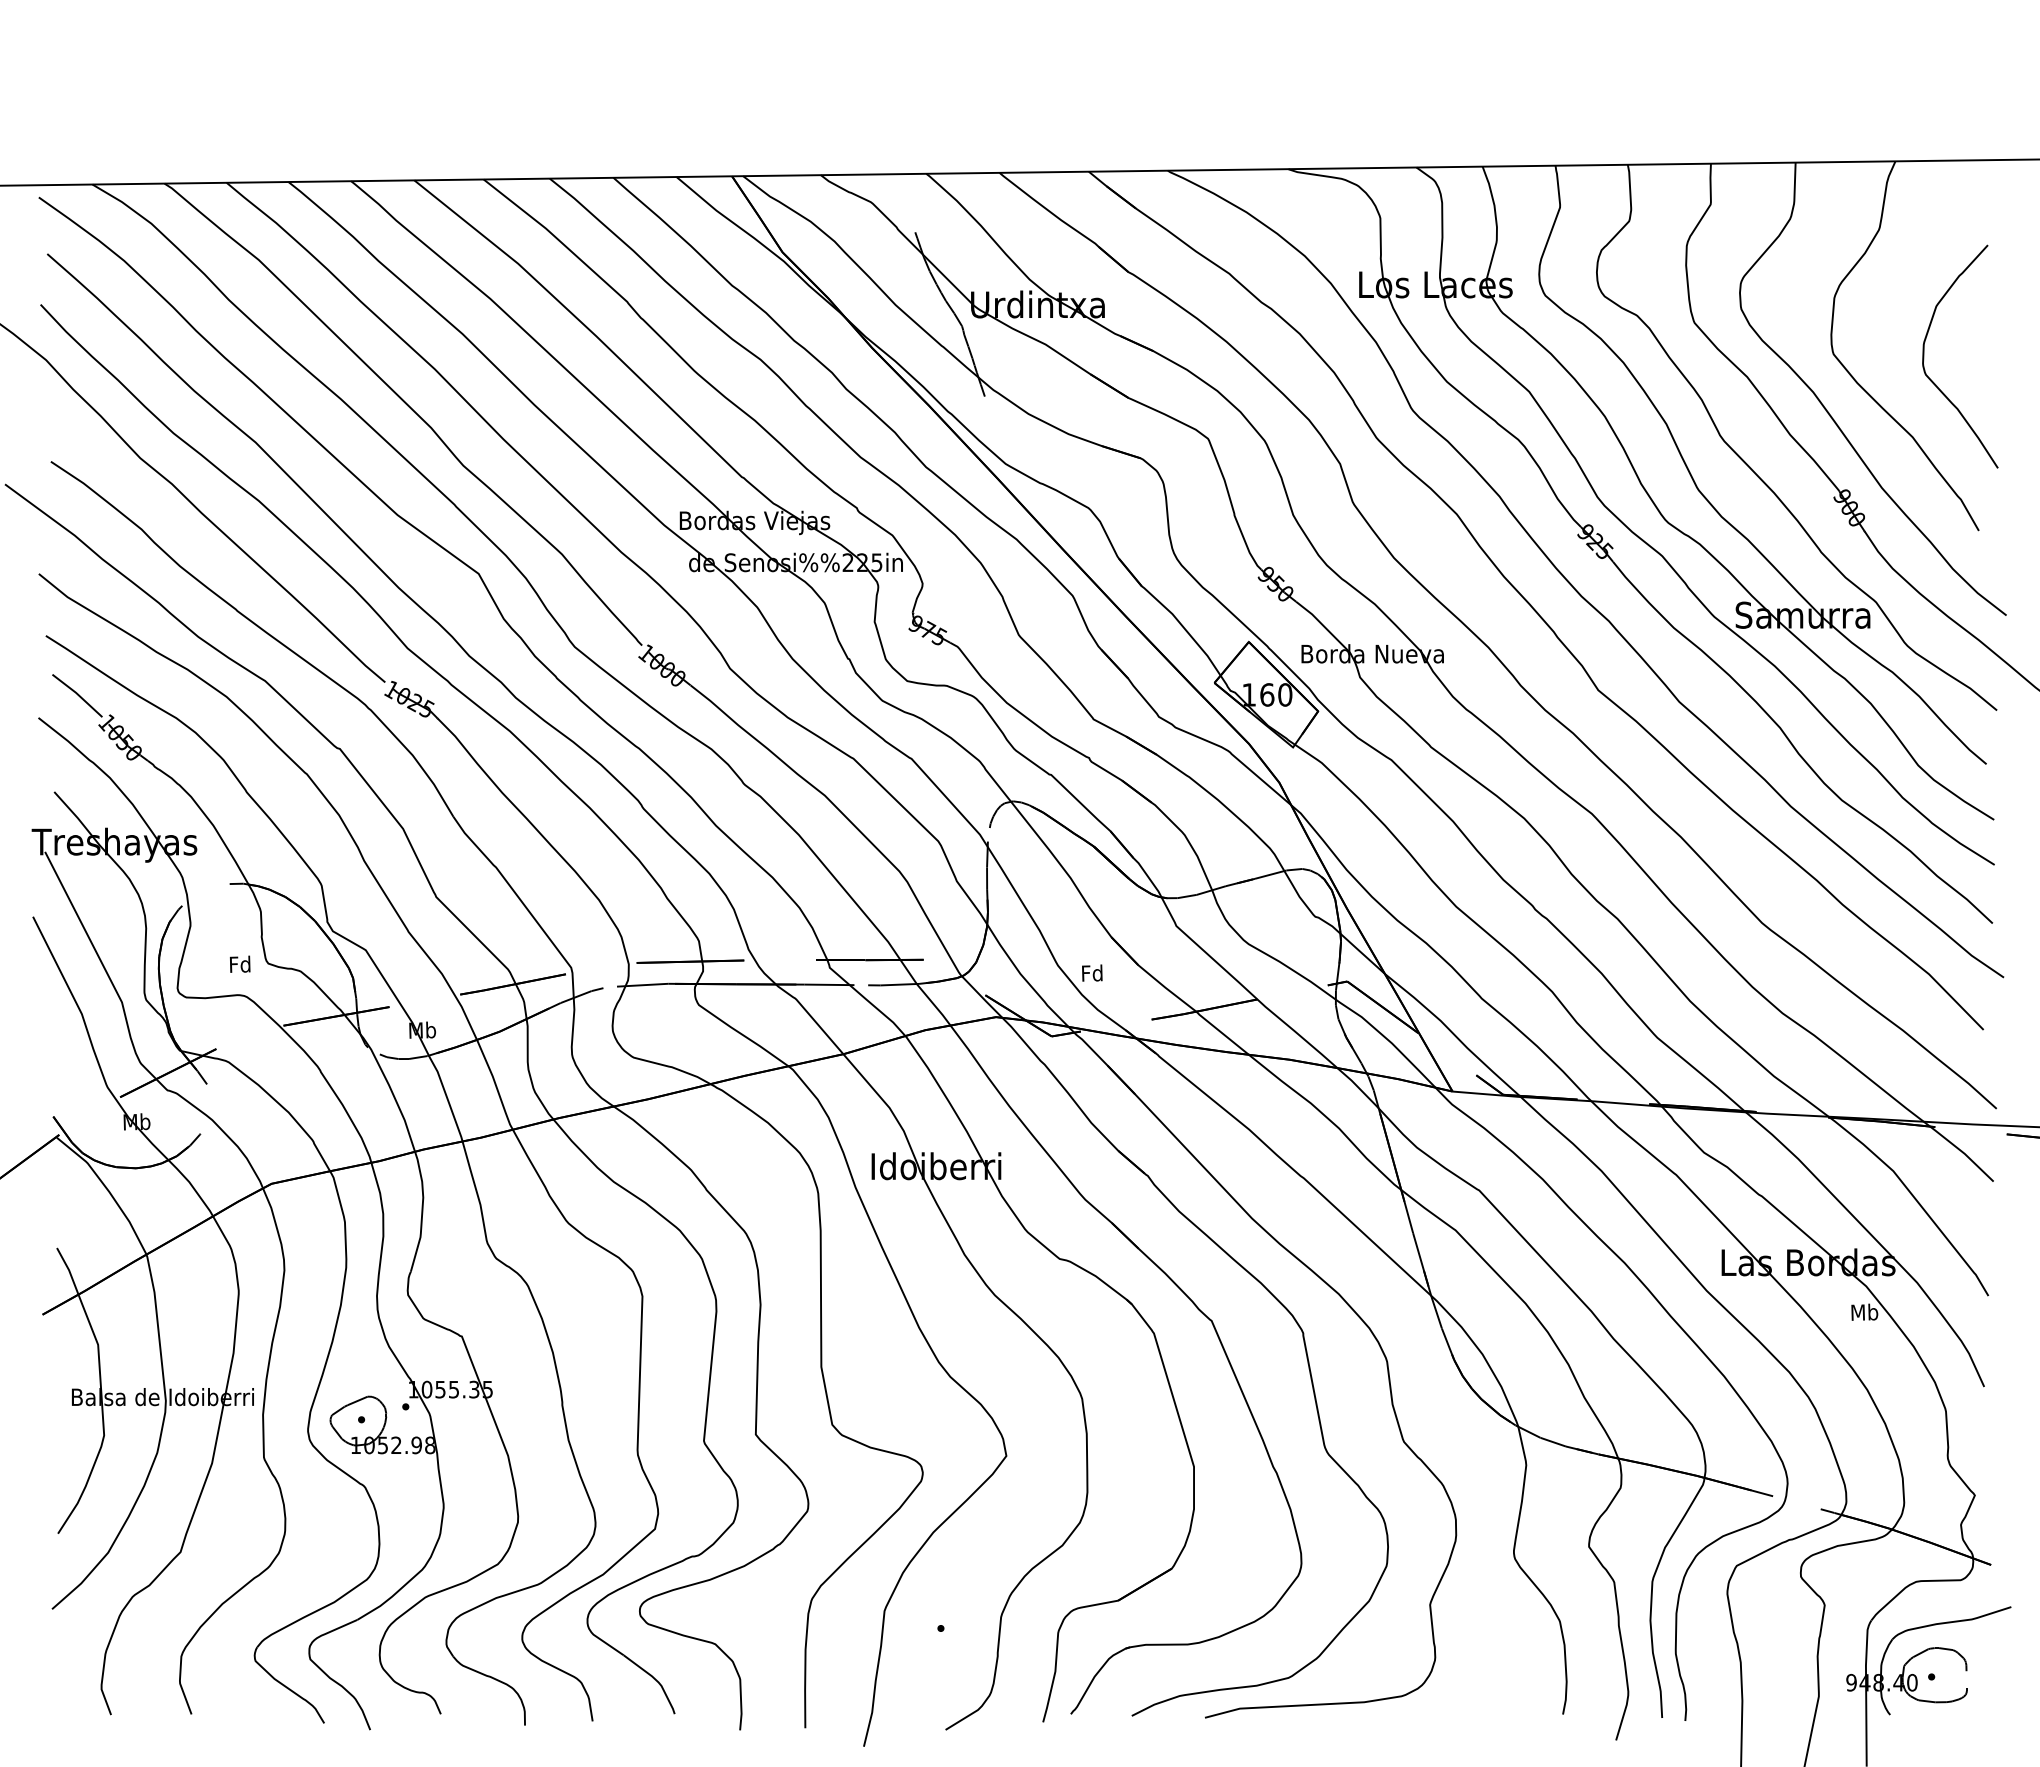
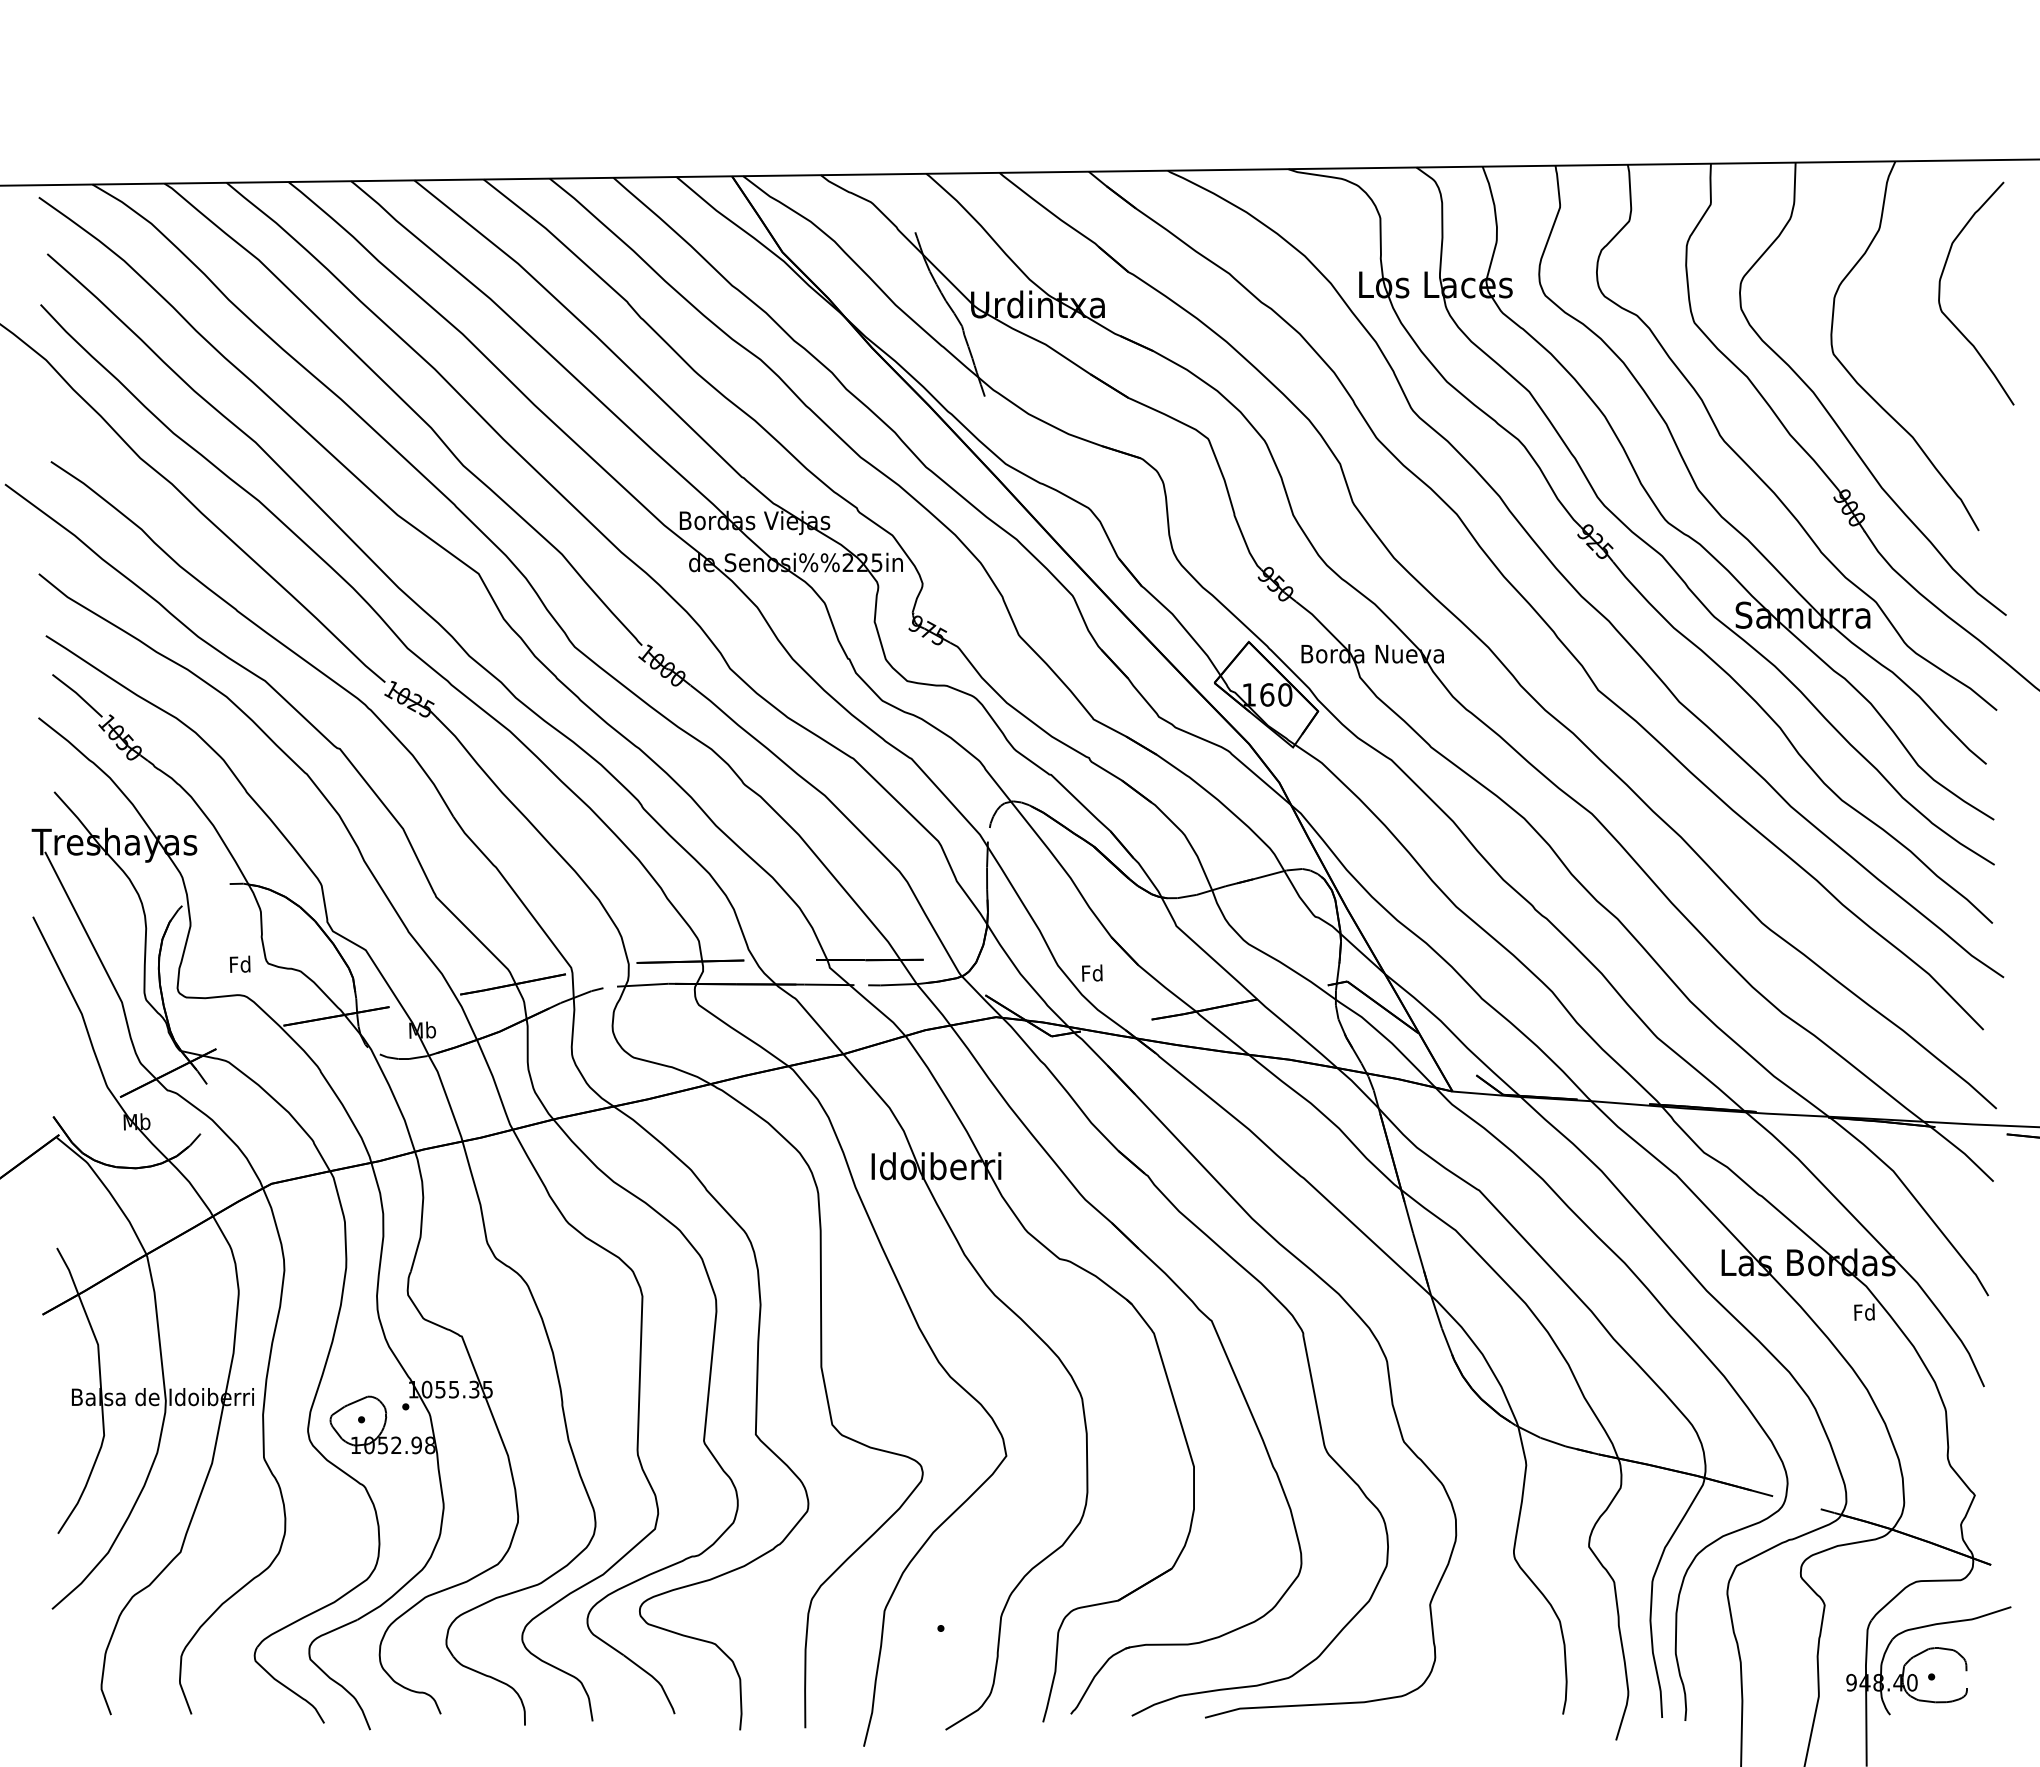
curve at (1924, 356) position: (1924, 356) -> (1940, 293)
text at (1864, 1311): Mb -> Fd
